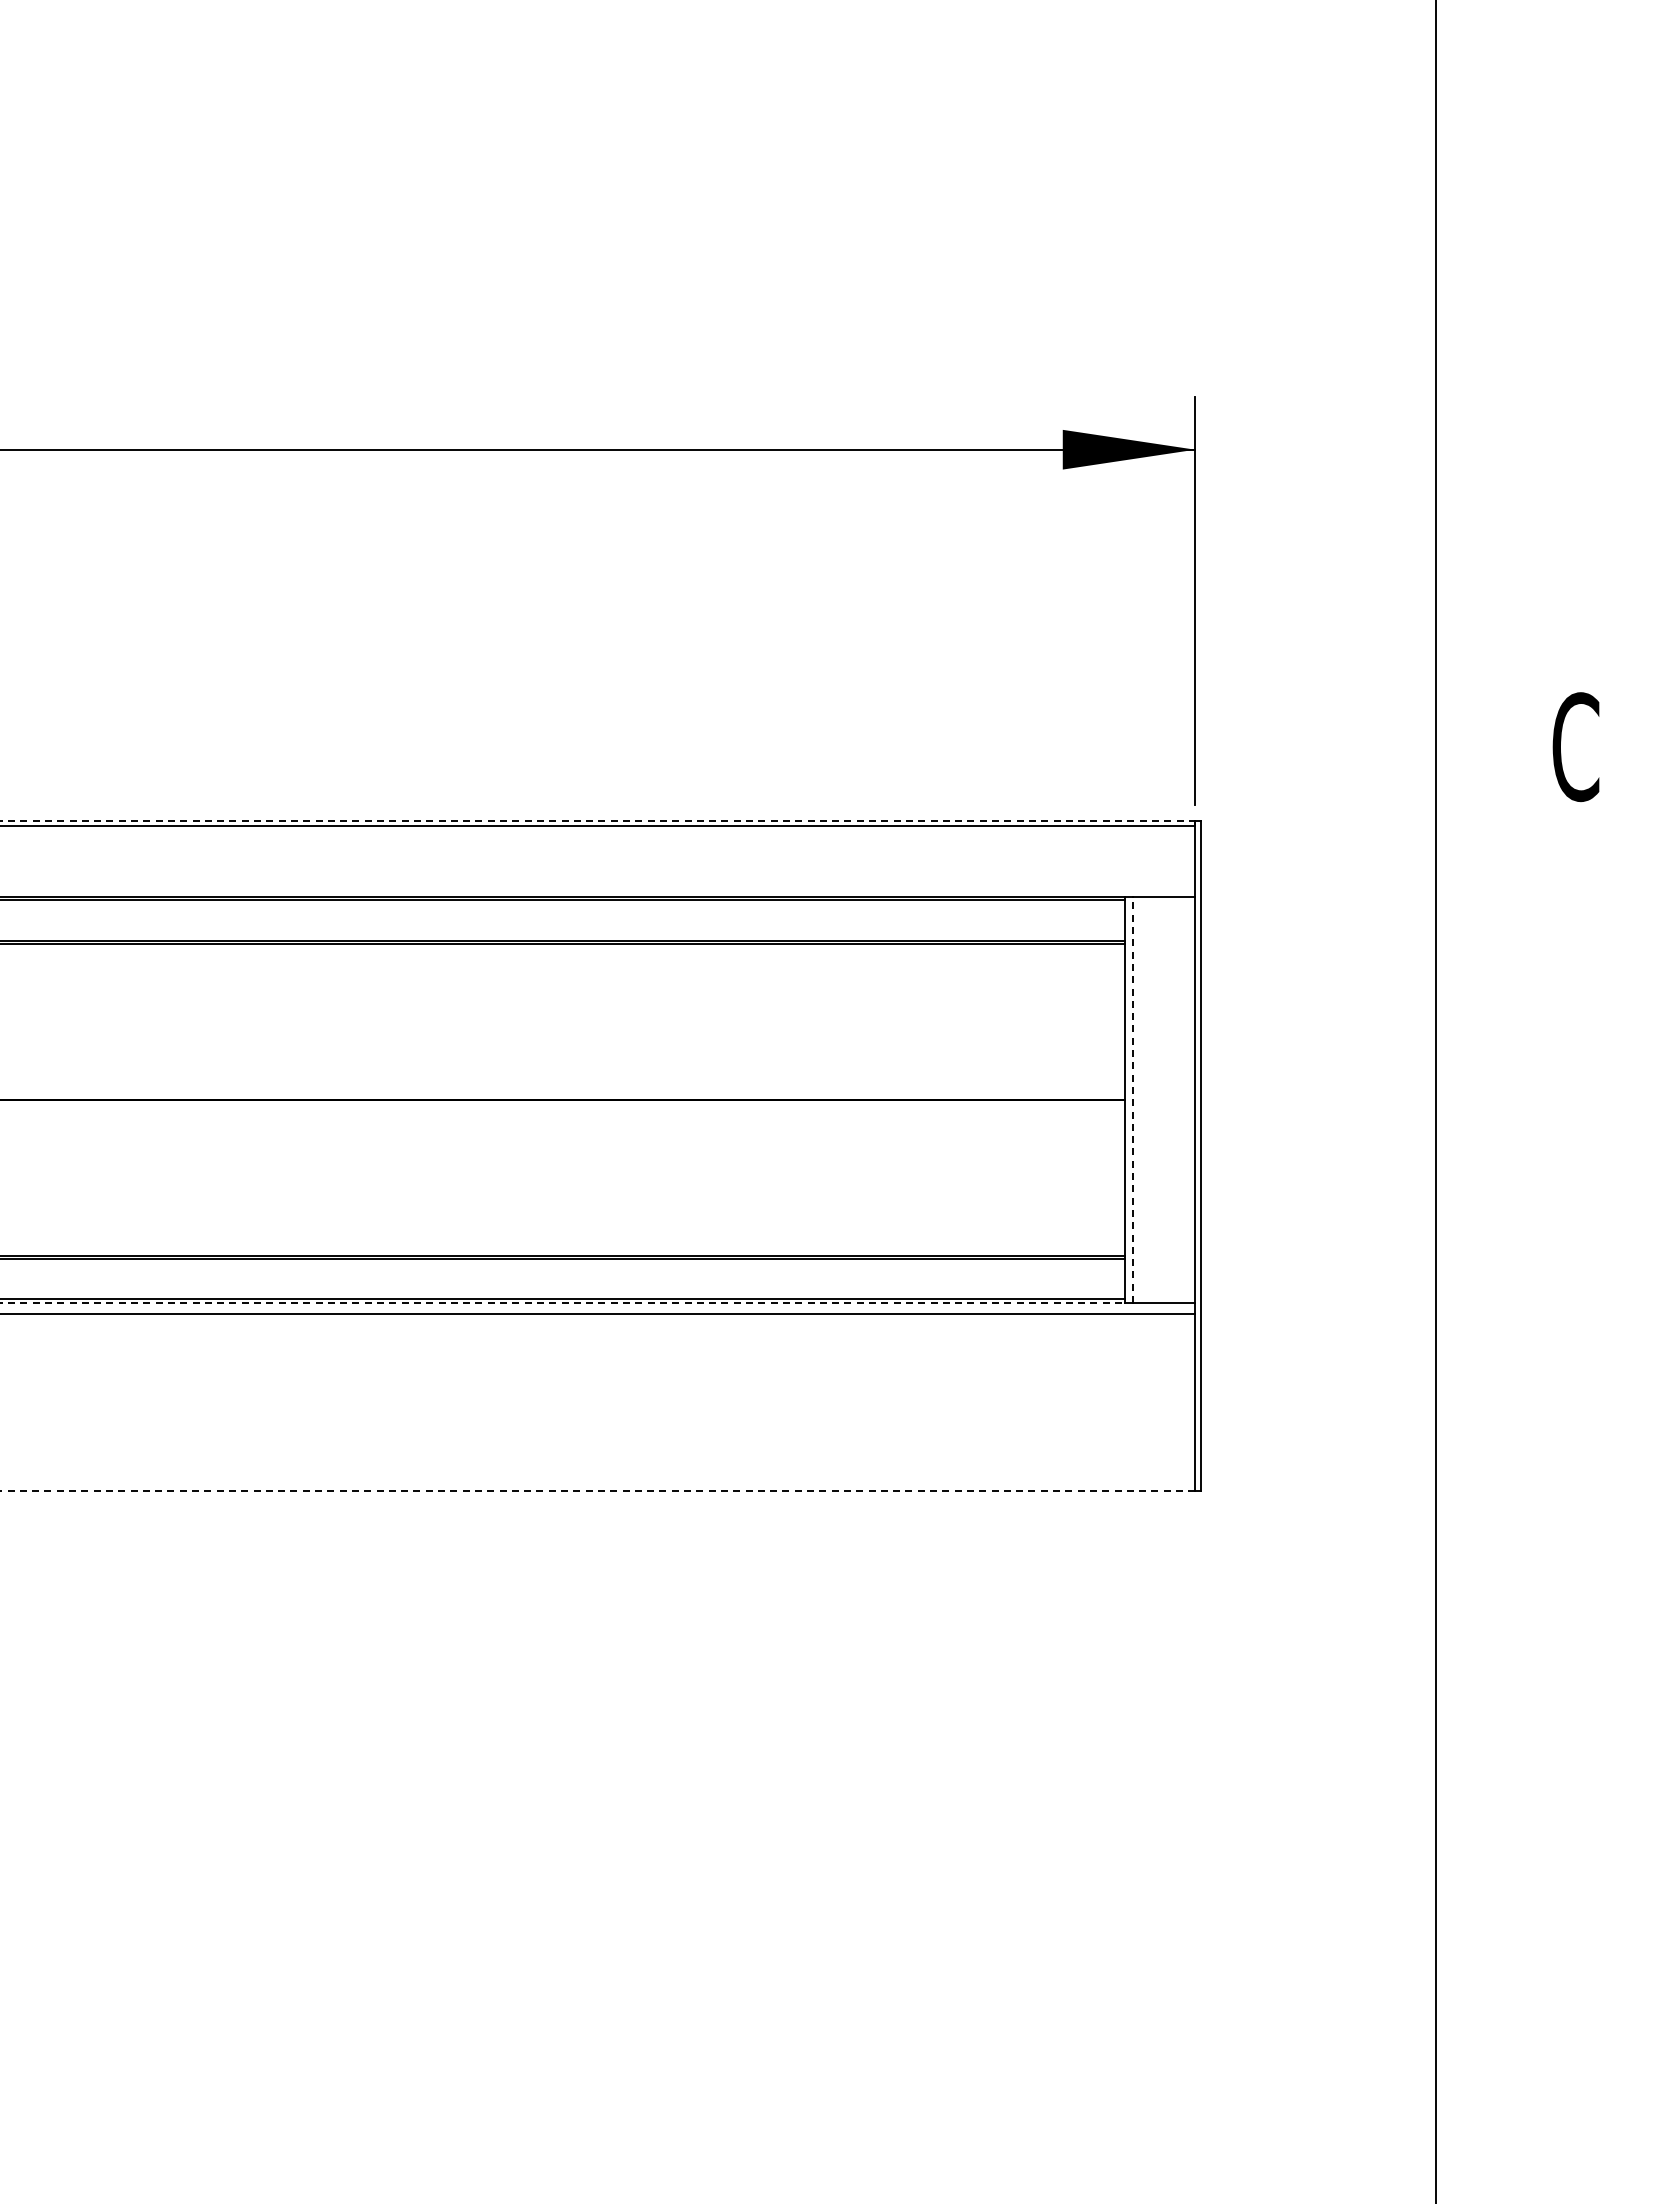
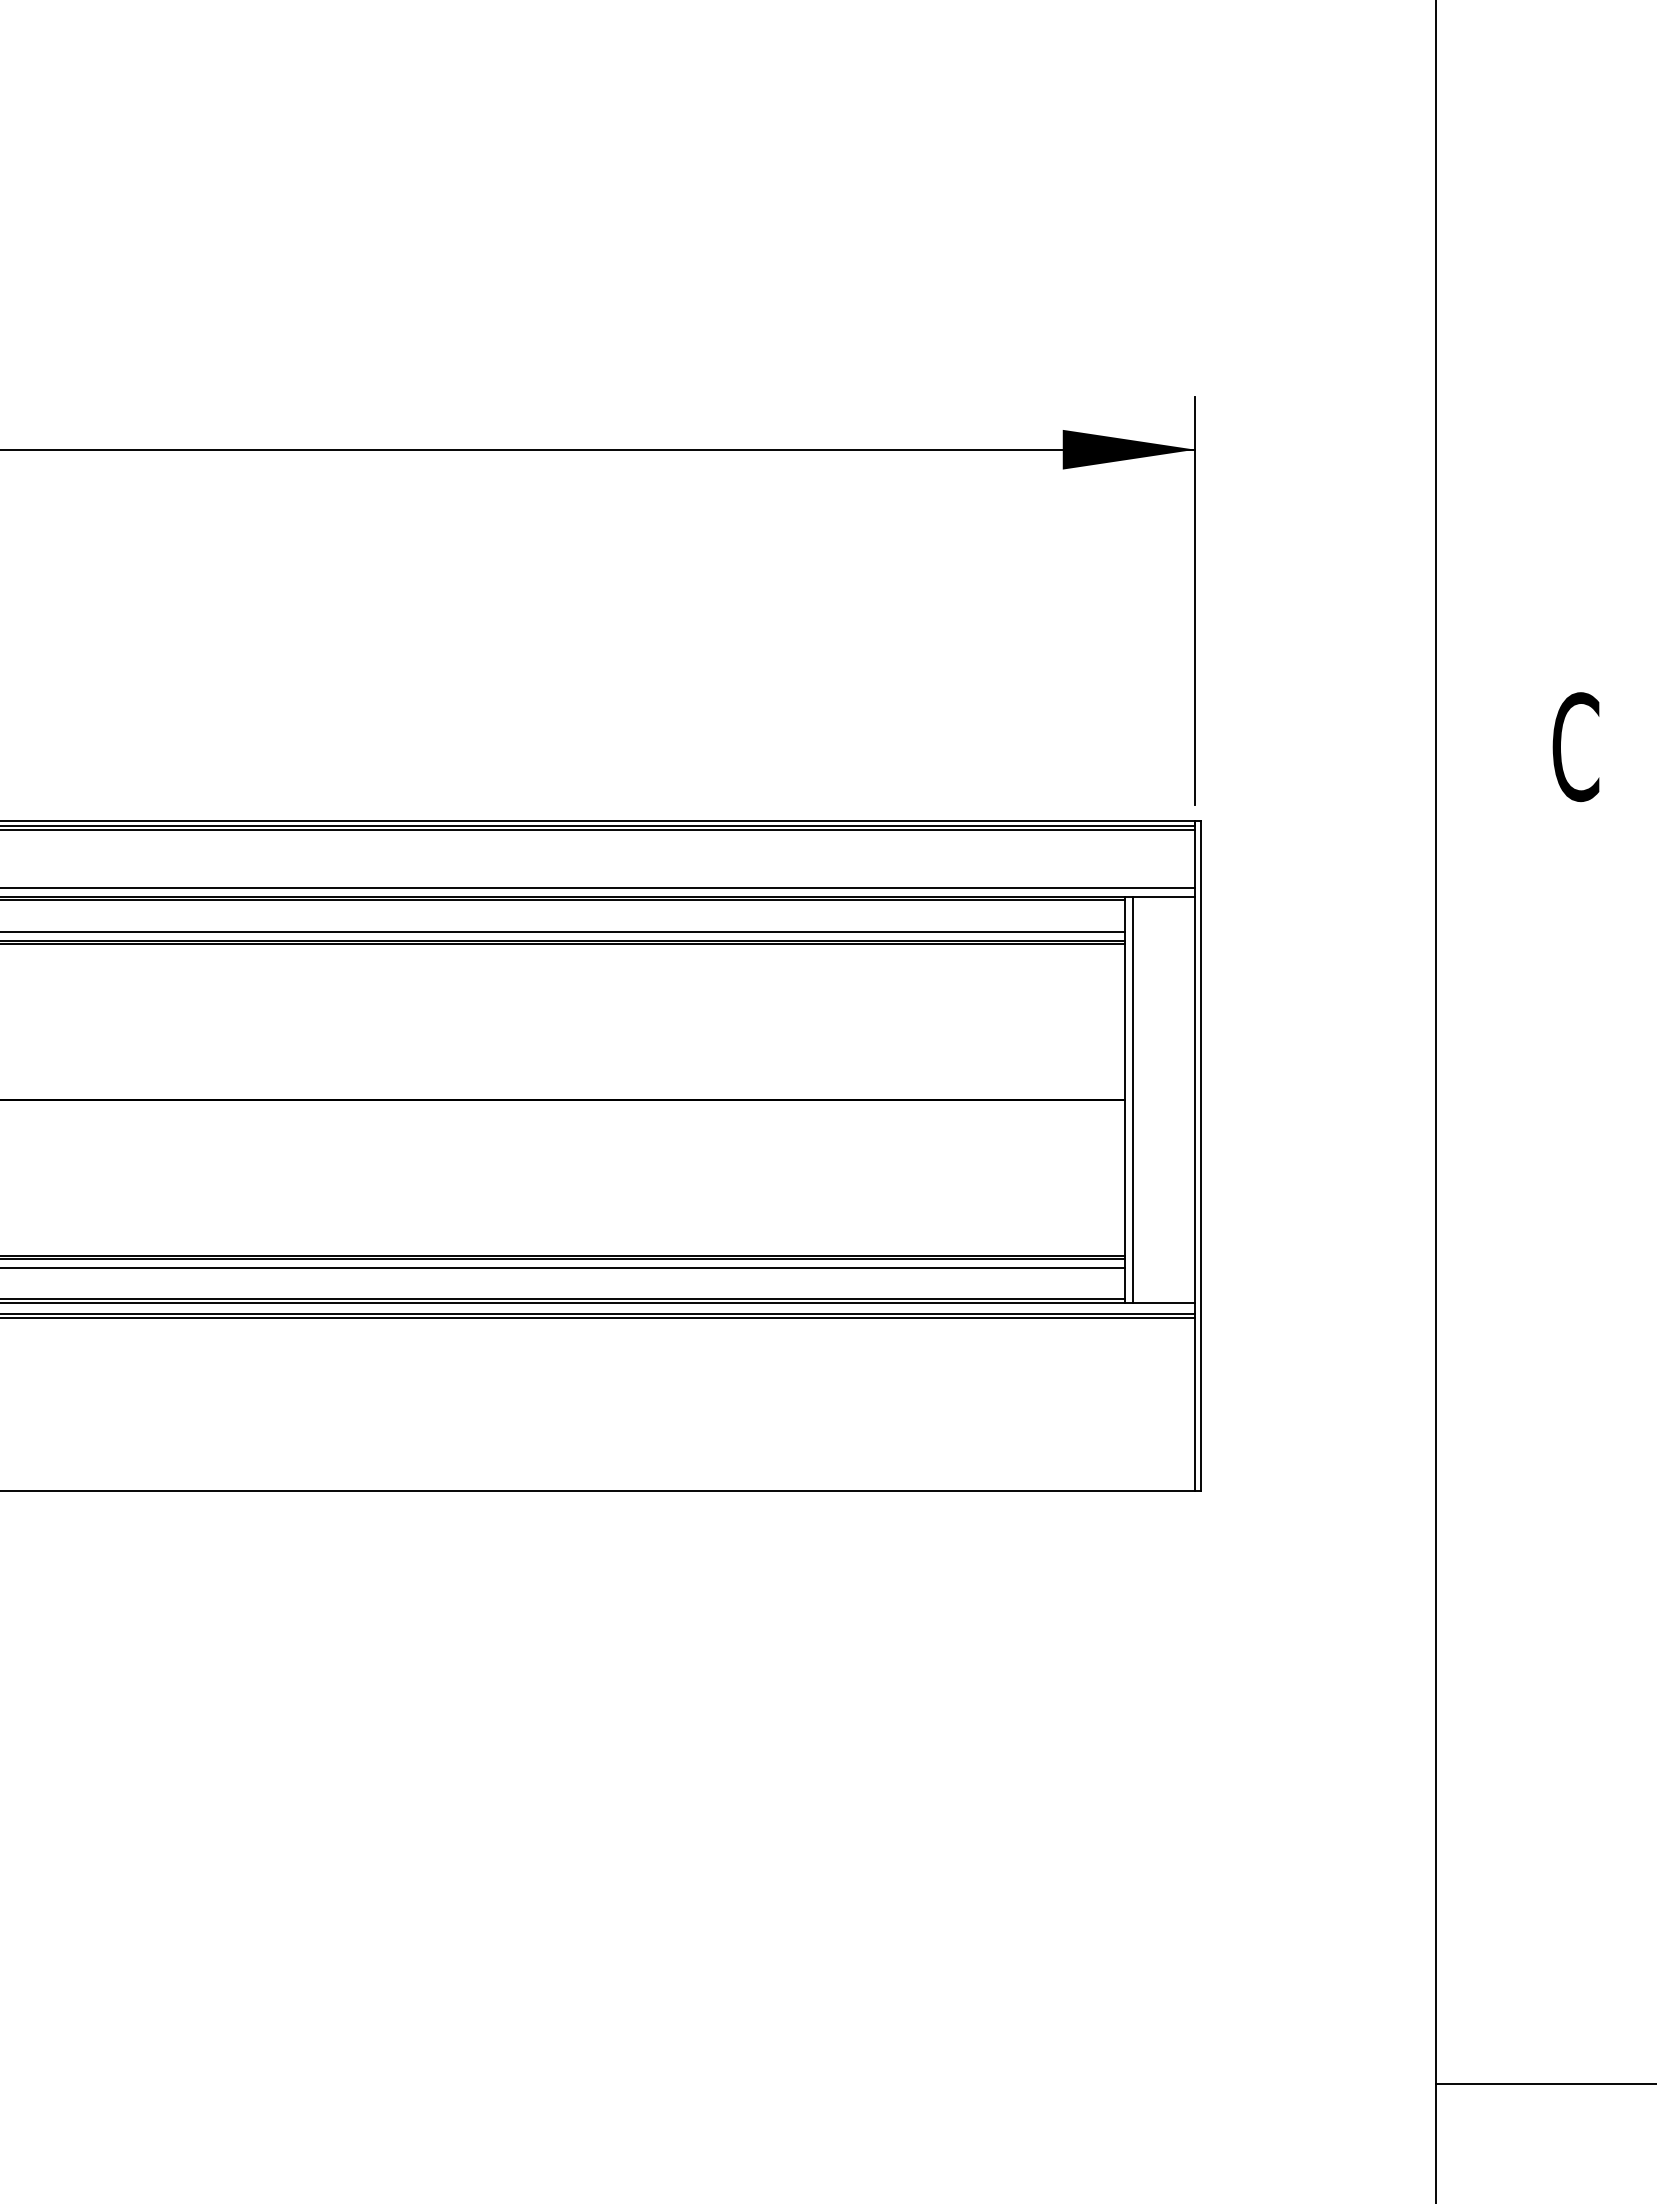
line at (598, 820): dashed -> solid
line at (598, 829): none -> present
line at (598, 887): none -> present
line at (563, 932): none -> present
line at (1133, 1099): dashed -> solid
line at (563, 1267): none -> present
line at (563, 1303): dashed -> solid
line at (598, 1317): none -> present
line at (598, 1490): dashed -> solid
line at (1544, 2084): none -> present
